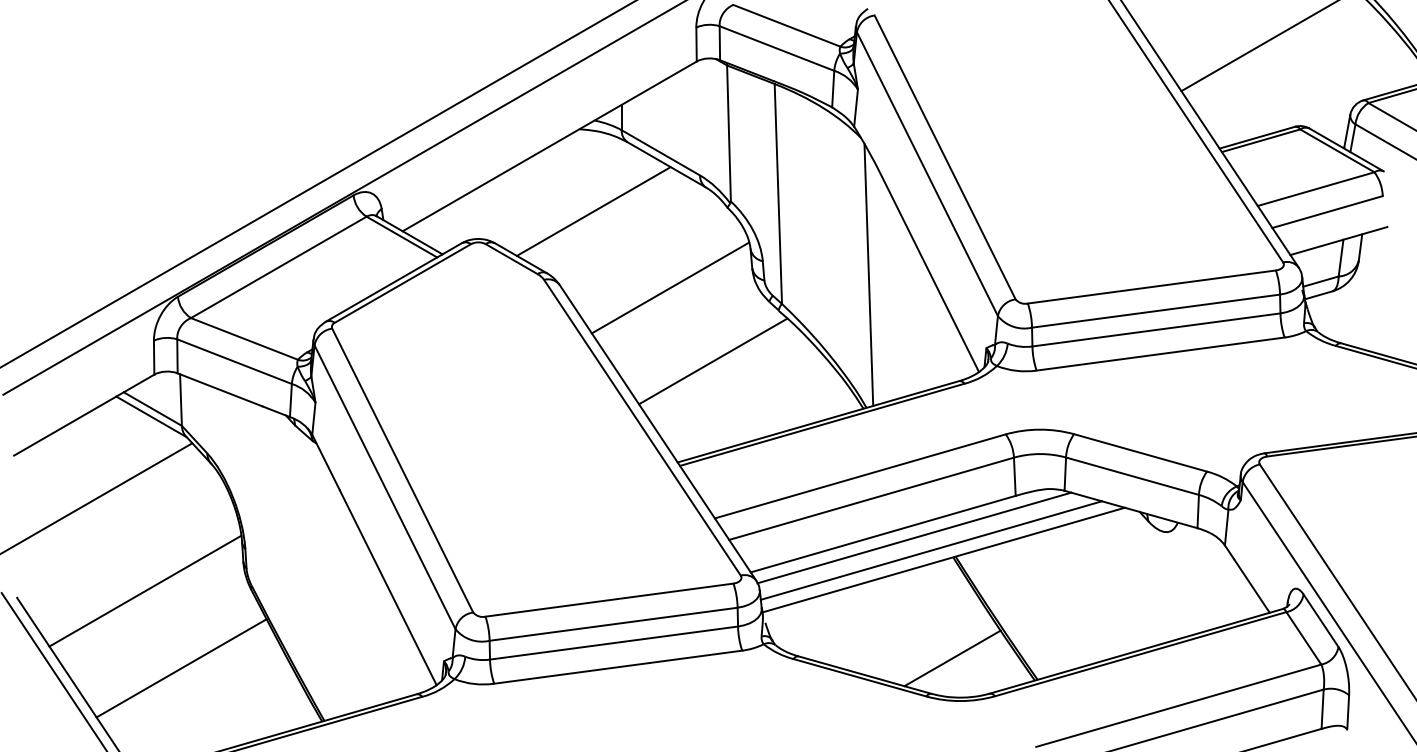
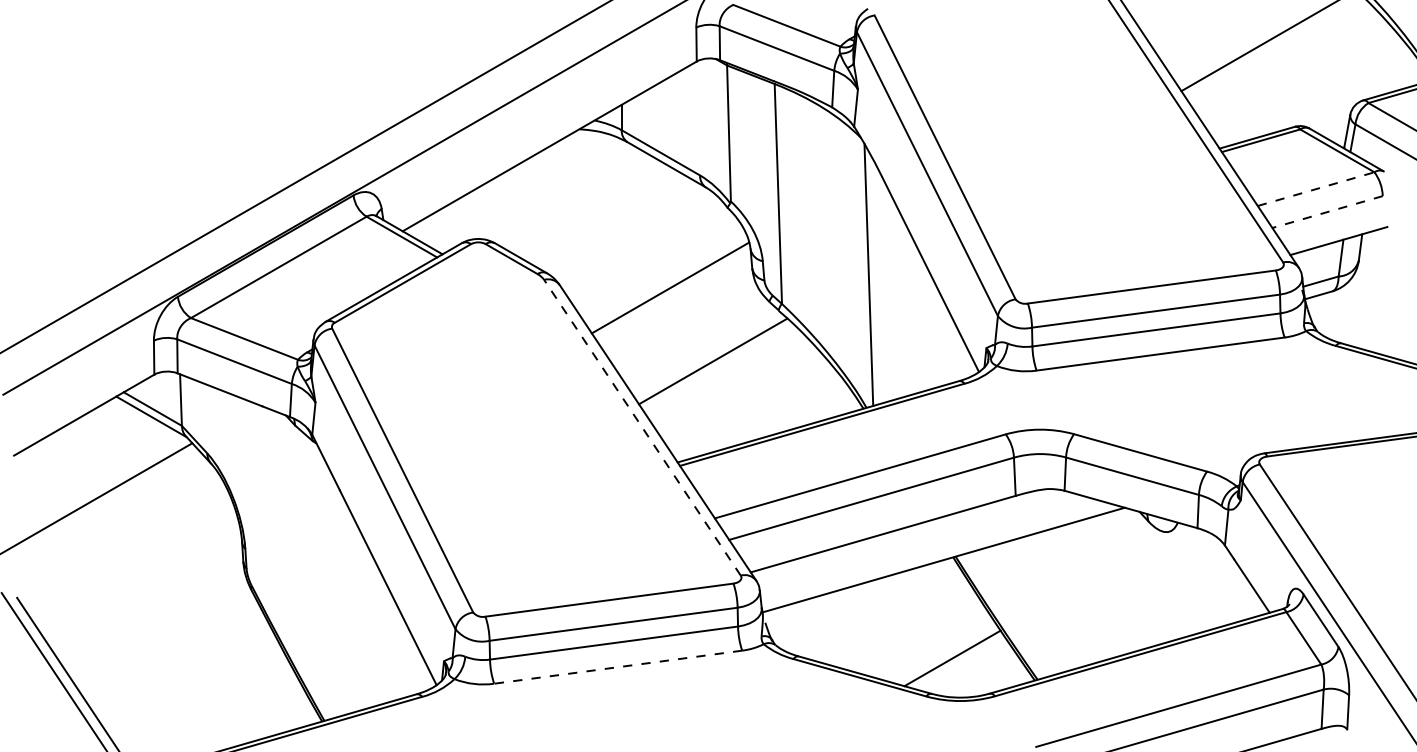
line at (317, 184) position: (317, 184) -> (305, 176)
line at (1316, 189): solid -> dashed
line at (593, 211): present -> none
line at (1327, 212): solid -> dashed
line at (642, 427): solid -> dashed
line at (914, 537): present -> none
line at (930, 550): present -> none
line at (145, 590): present -> none
line at (617, 667): solid -> dashed
line at (181, 668): present -> none
